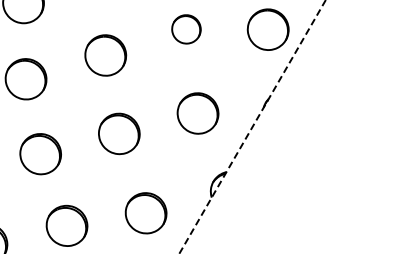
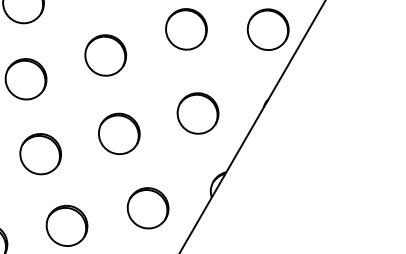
part at (186, 29) size: 31x31 px -> 43x43 px
line at (252, 126): dashed -> solid
part at (145, 213) position: (145, 213) -> (147, 208)
